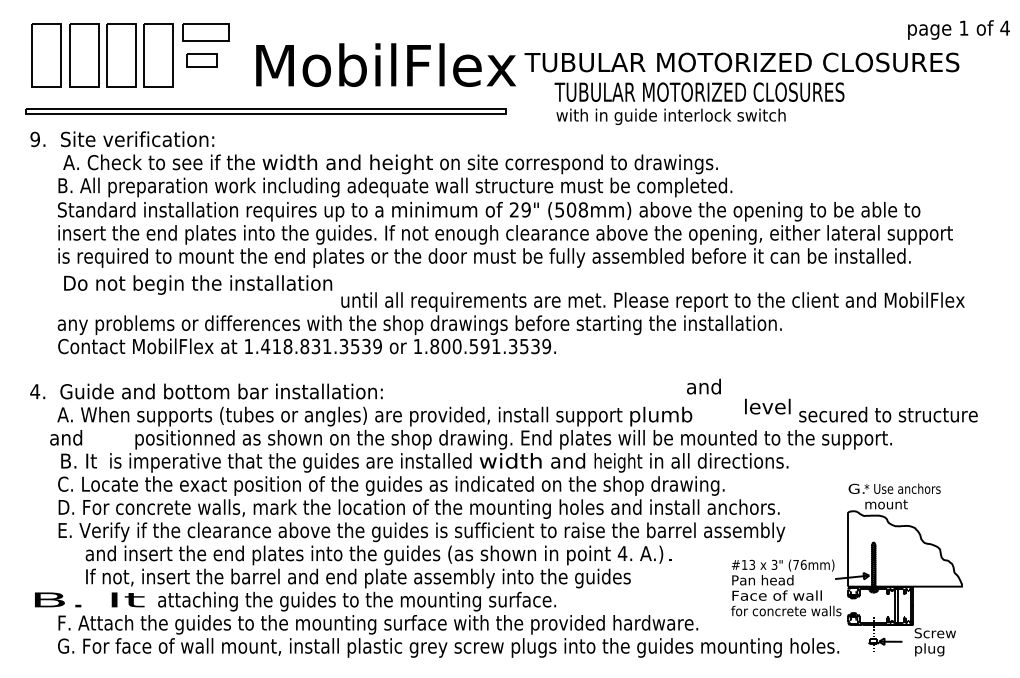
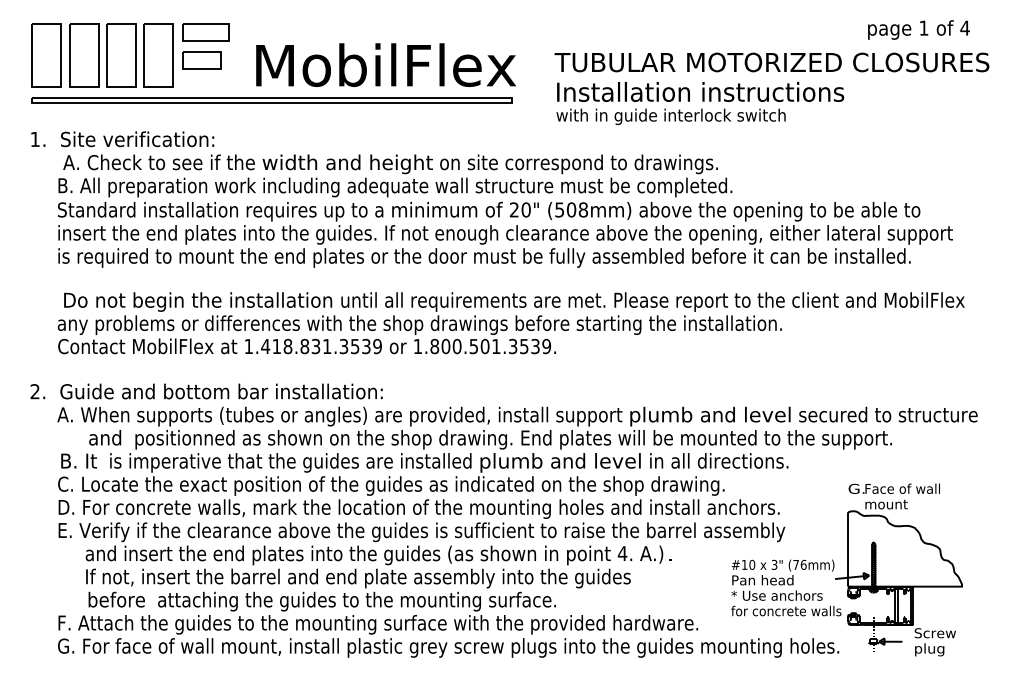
text at (958, 29) position: (958, 29) -> (918, 29)
part at (201, 60) size: 32x15 px -> 40x19 px
text at (741, 62) position: (741, 62) -> (771, 62)
text at (699, 91): TUBULAR MOTORIZED CLOSURES -> Installation instructions
part at (265, 111) position: (265, 111) -> (271, 100)
text at (34, 139): 9. -> 1.
text at (525, 209): 29" -> 20"
text at (198, 284) position: (198, 284) -> (198, 301)
text at (484, 346): 1.800.591.3539. -> 1.800.501.3539.
text at (703, 386) position: (703, 386) -> (717, 414)
text at (35, 391): 4. -> 2.
text at (767, 406) position: (767, 406) -> (767, 414)
text at (66, 437) position: (66, 437) -> (105, 437)
text at (510, 462): width -> plumb
text at (618, 462): height -> level
text at (902, 488): * Use anchors -> Face of wall
text at (752, 564): #13 -> #10
text at (776, 595): Face of wall -> * Use anchors
text at (89, 599): B. It -> before
